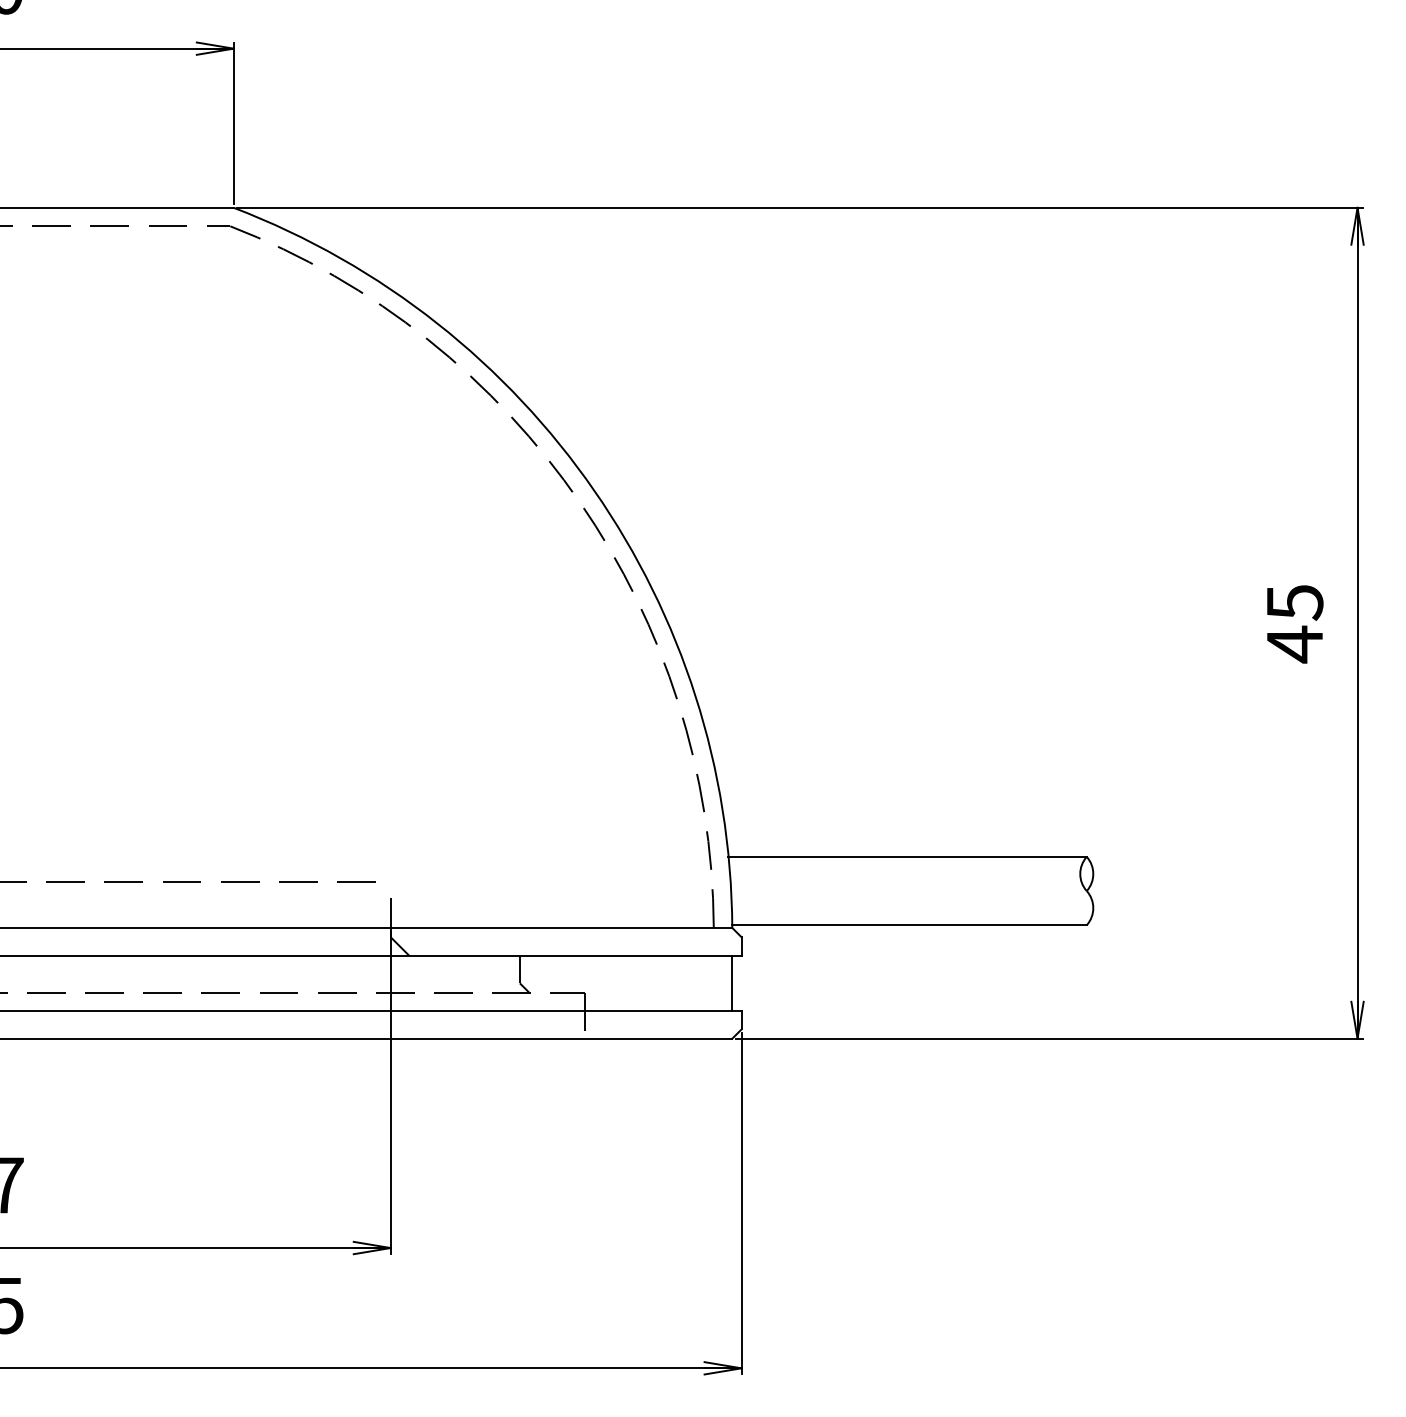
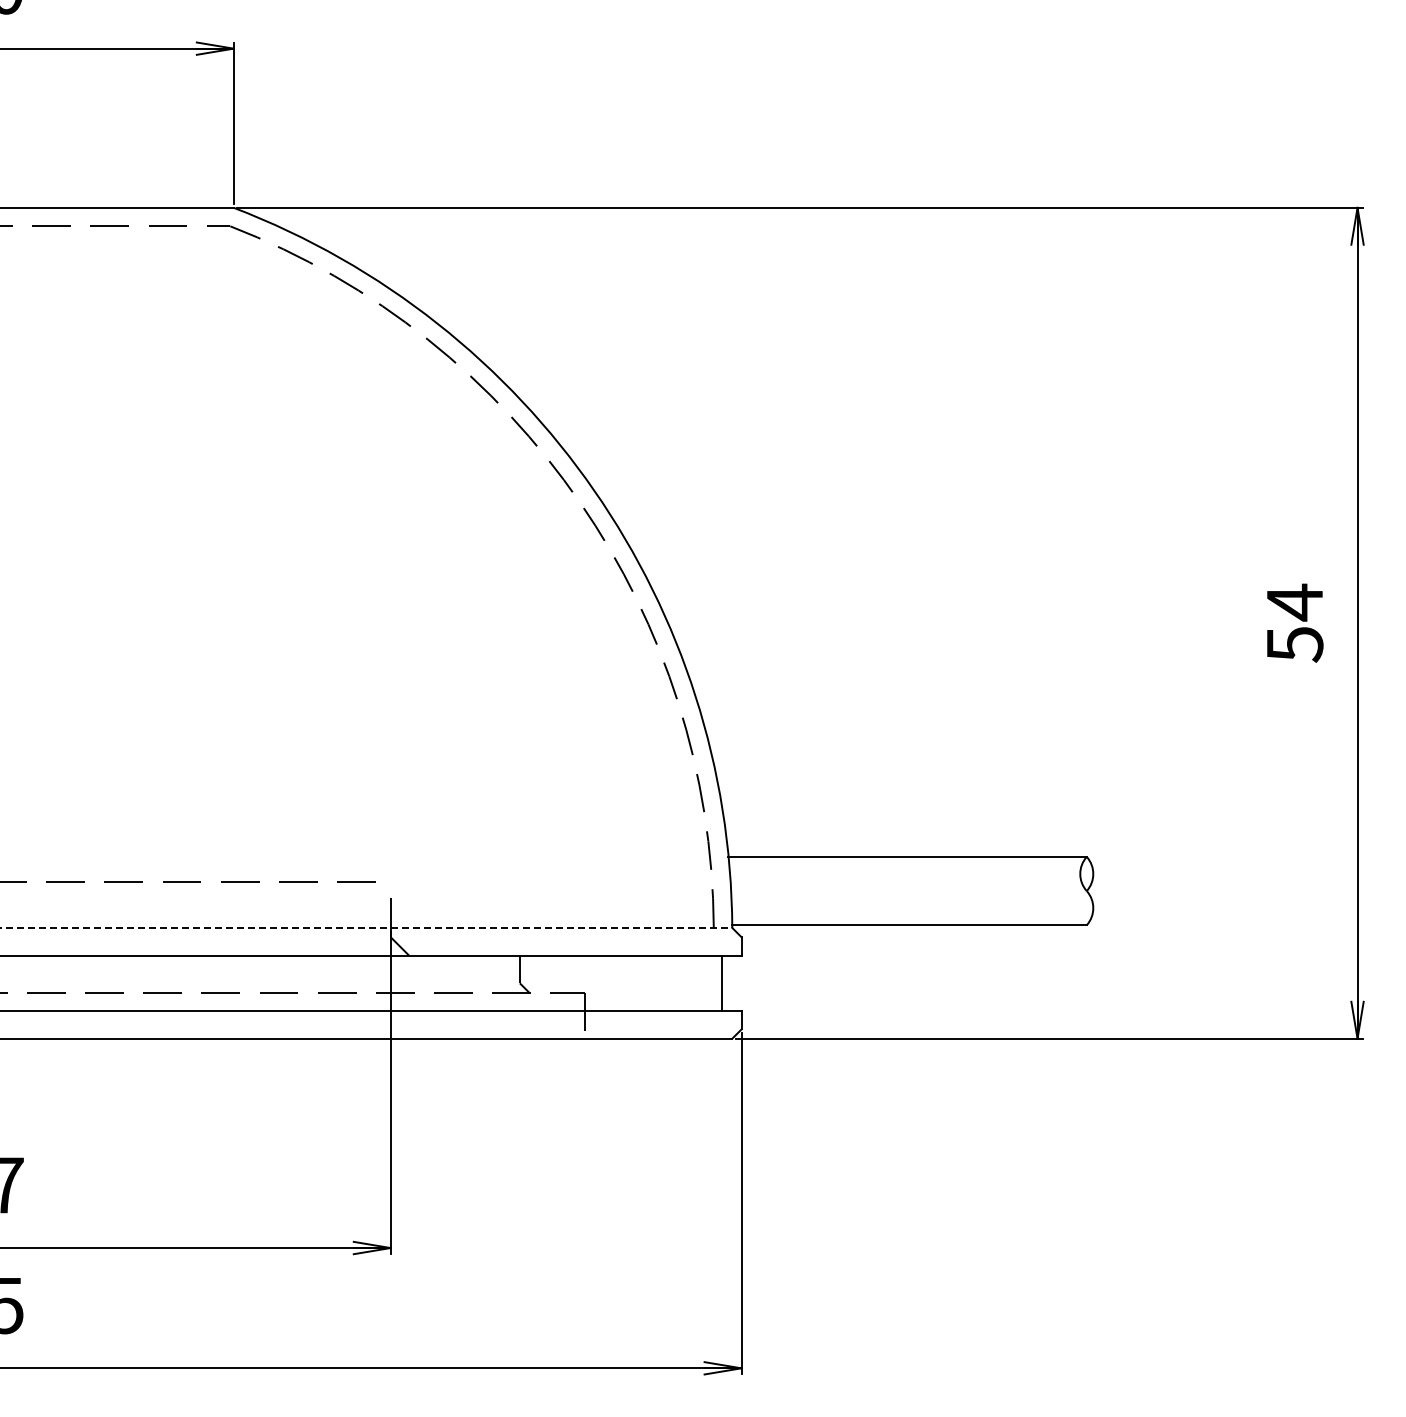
text at (1295, 623): 45 -> 54
line at (366, 927): solid -> dashed
line at (732, 983) position: (732, 983) -> (722, 983)
